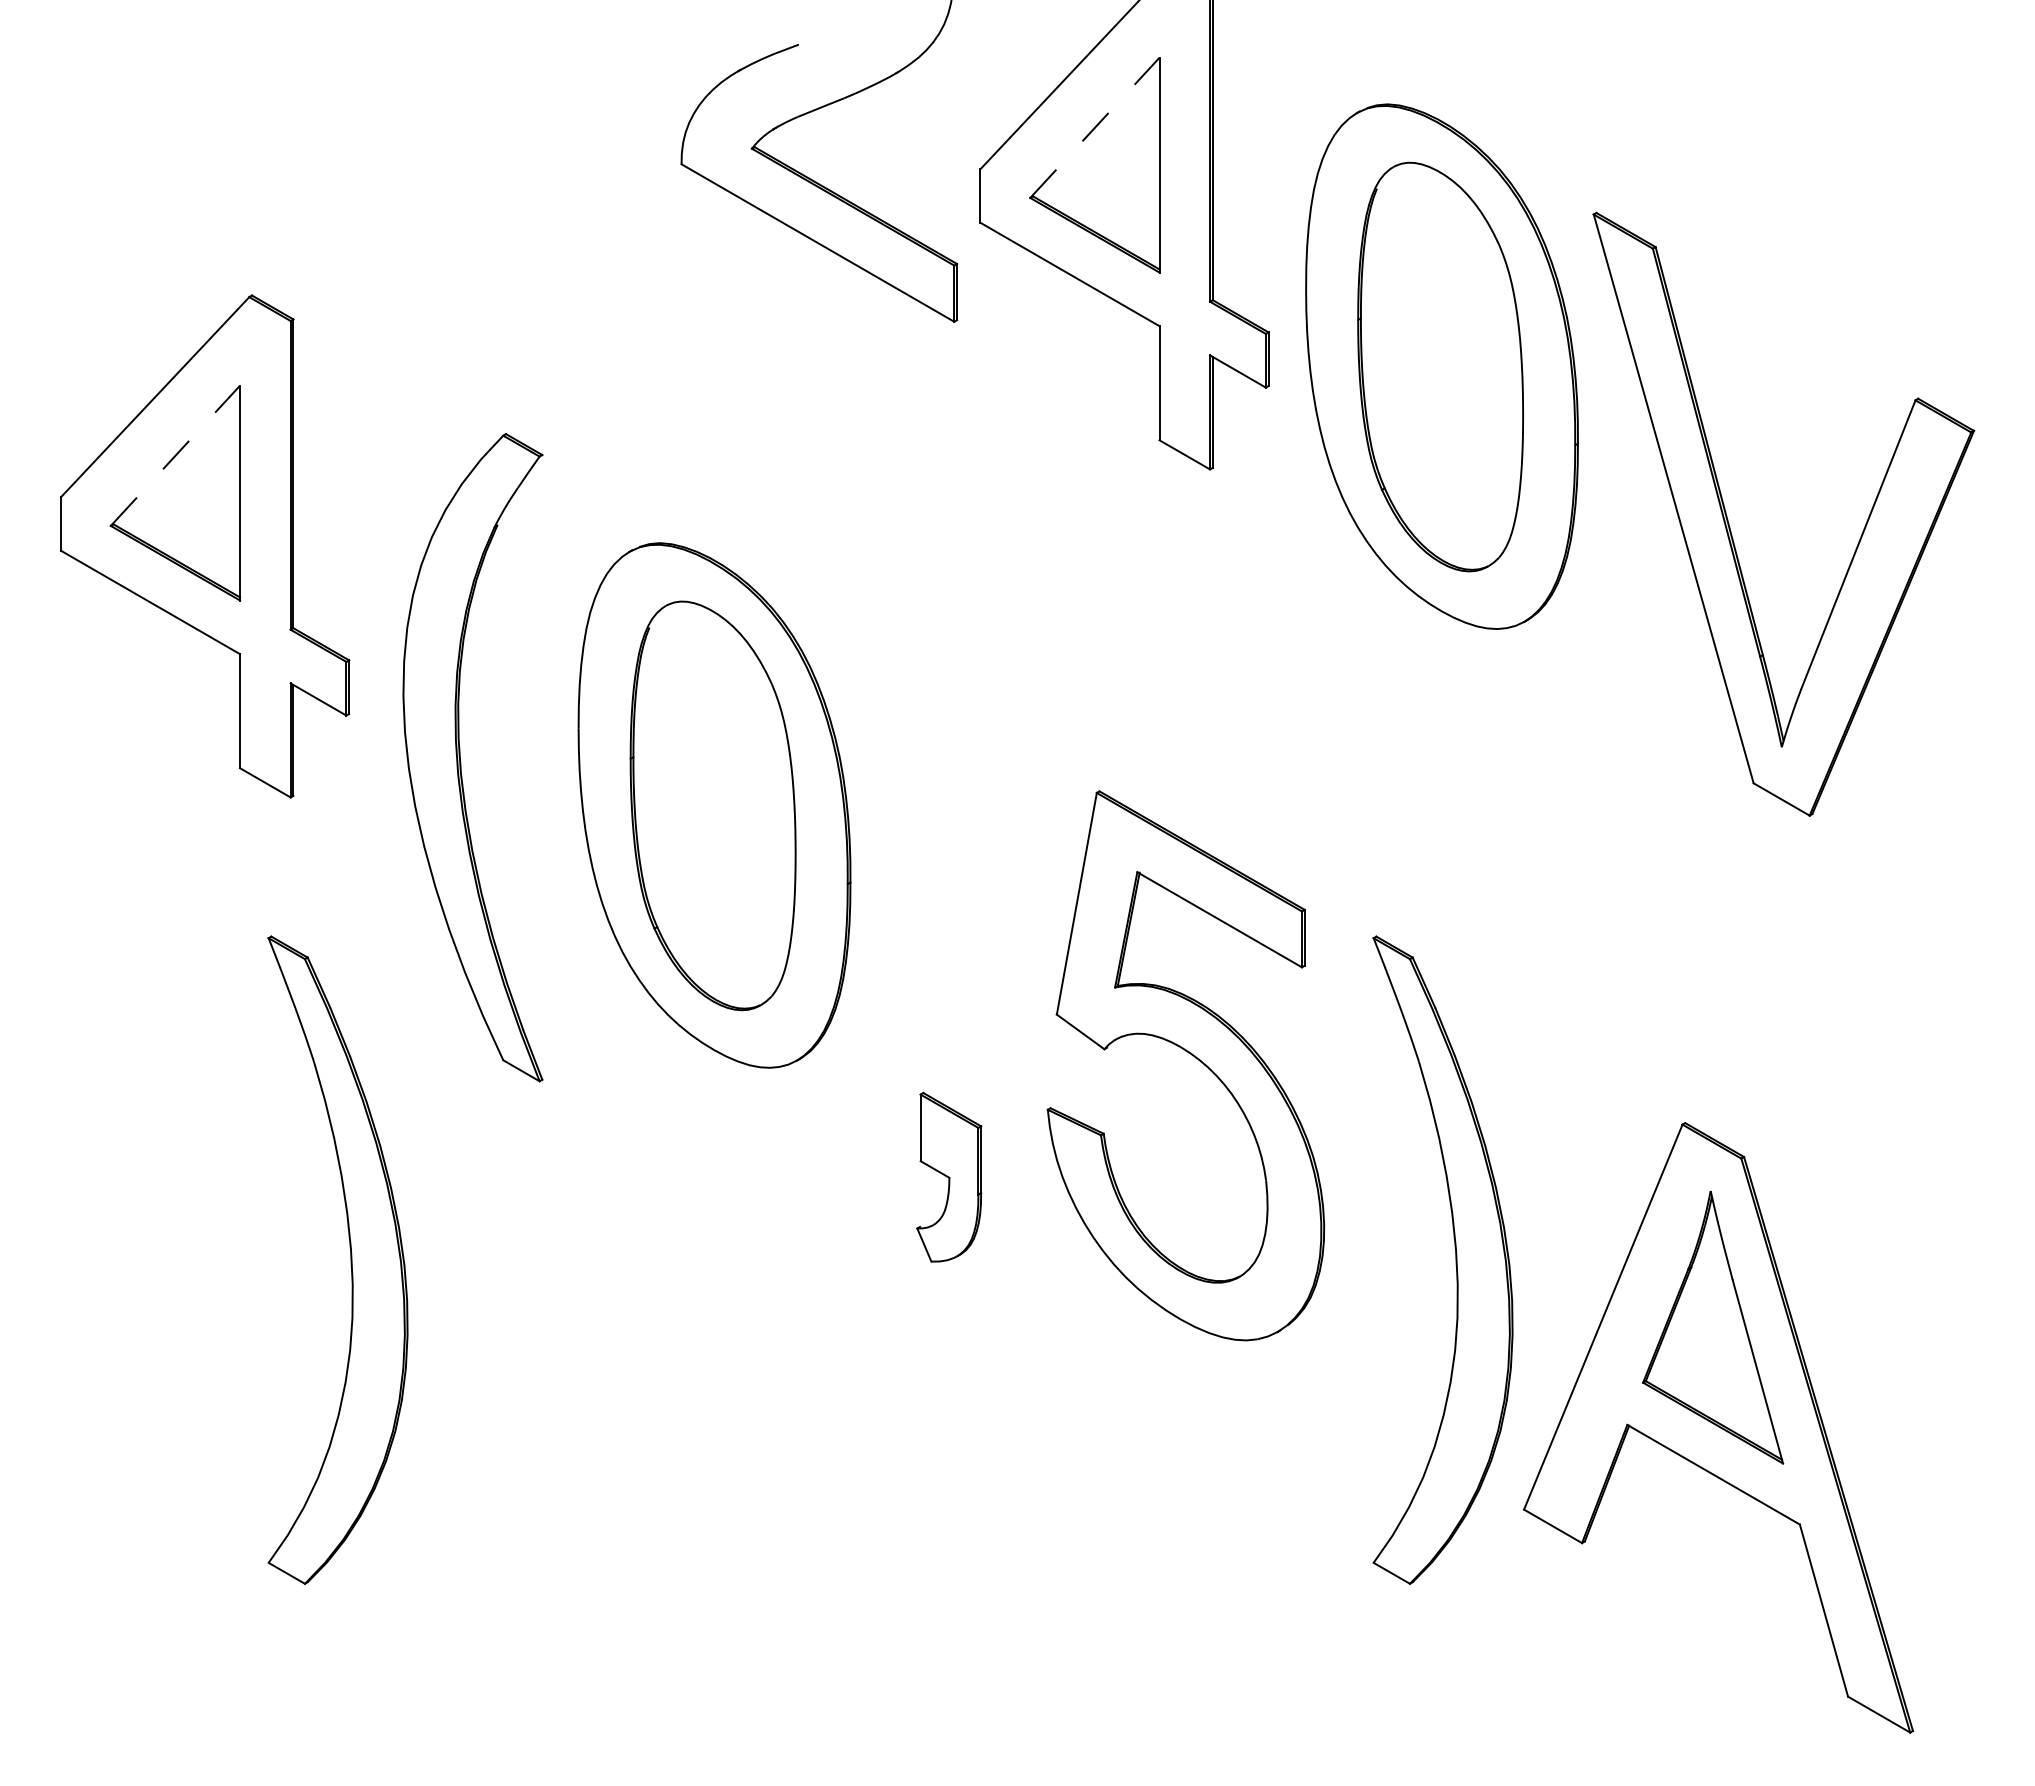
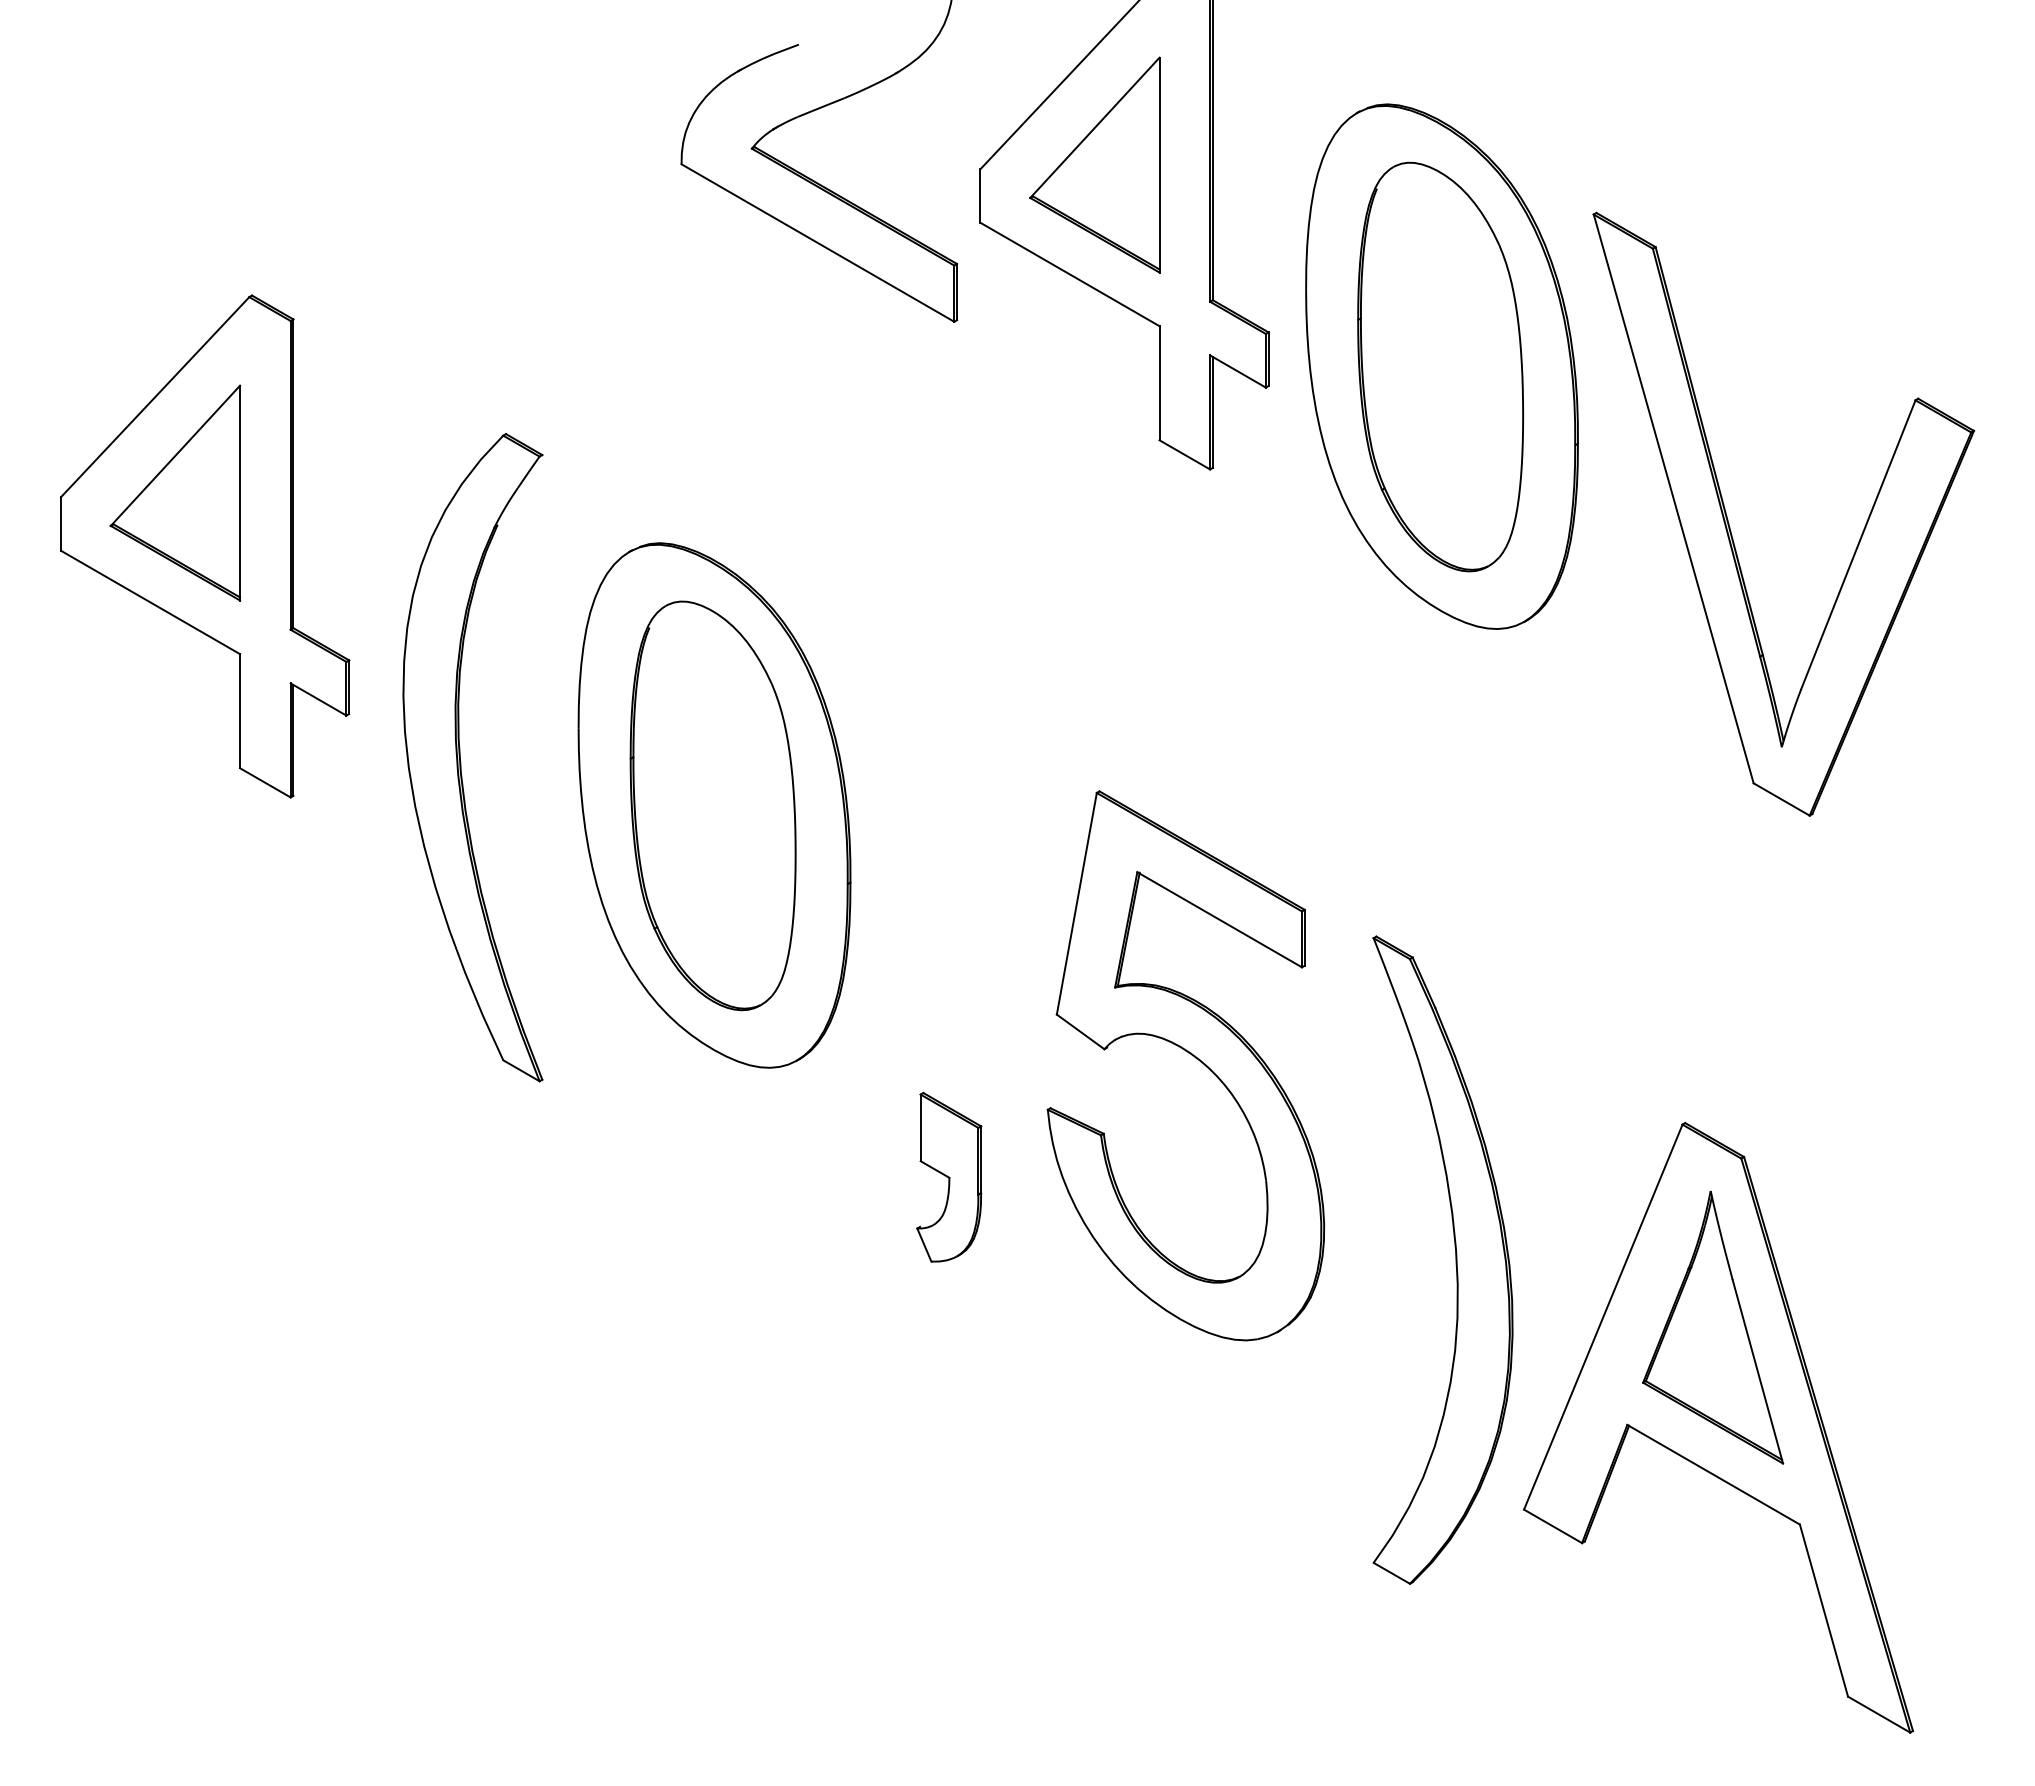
line at (1095, 127): dashed -> solid
line at (175, 455): dashed -> solid
part at (350, 1259): present -> none
